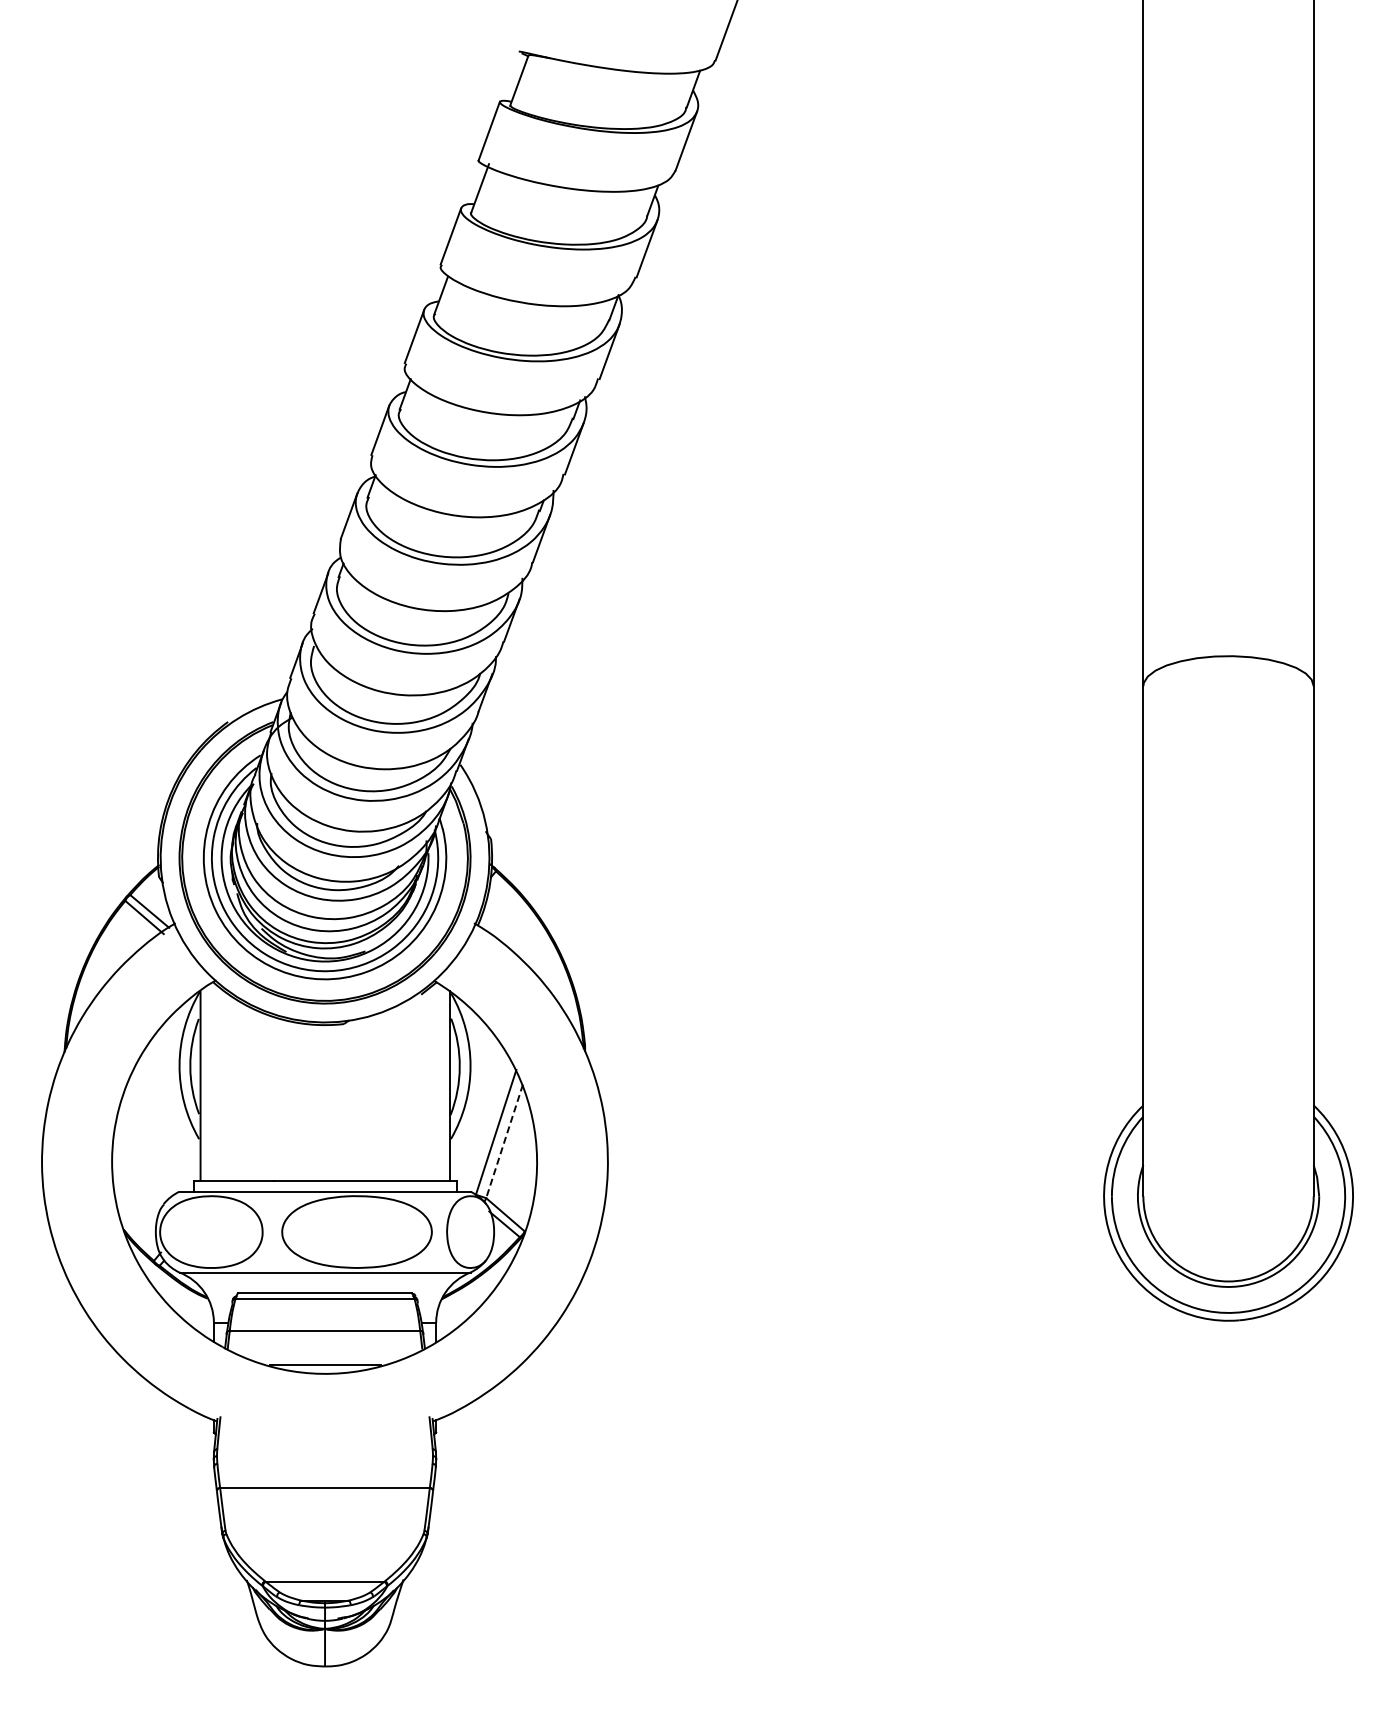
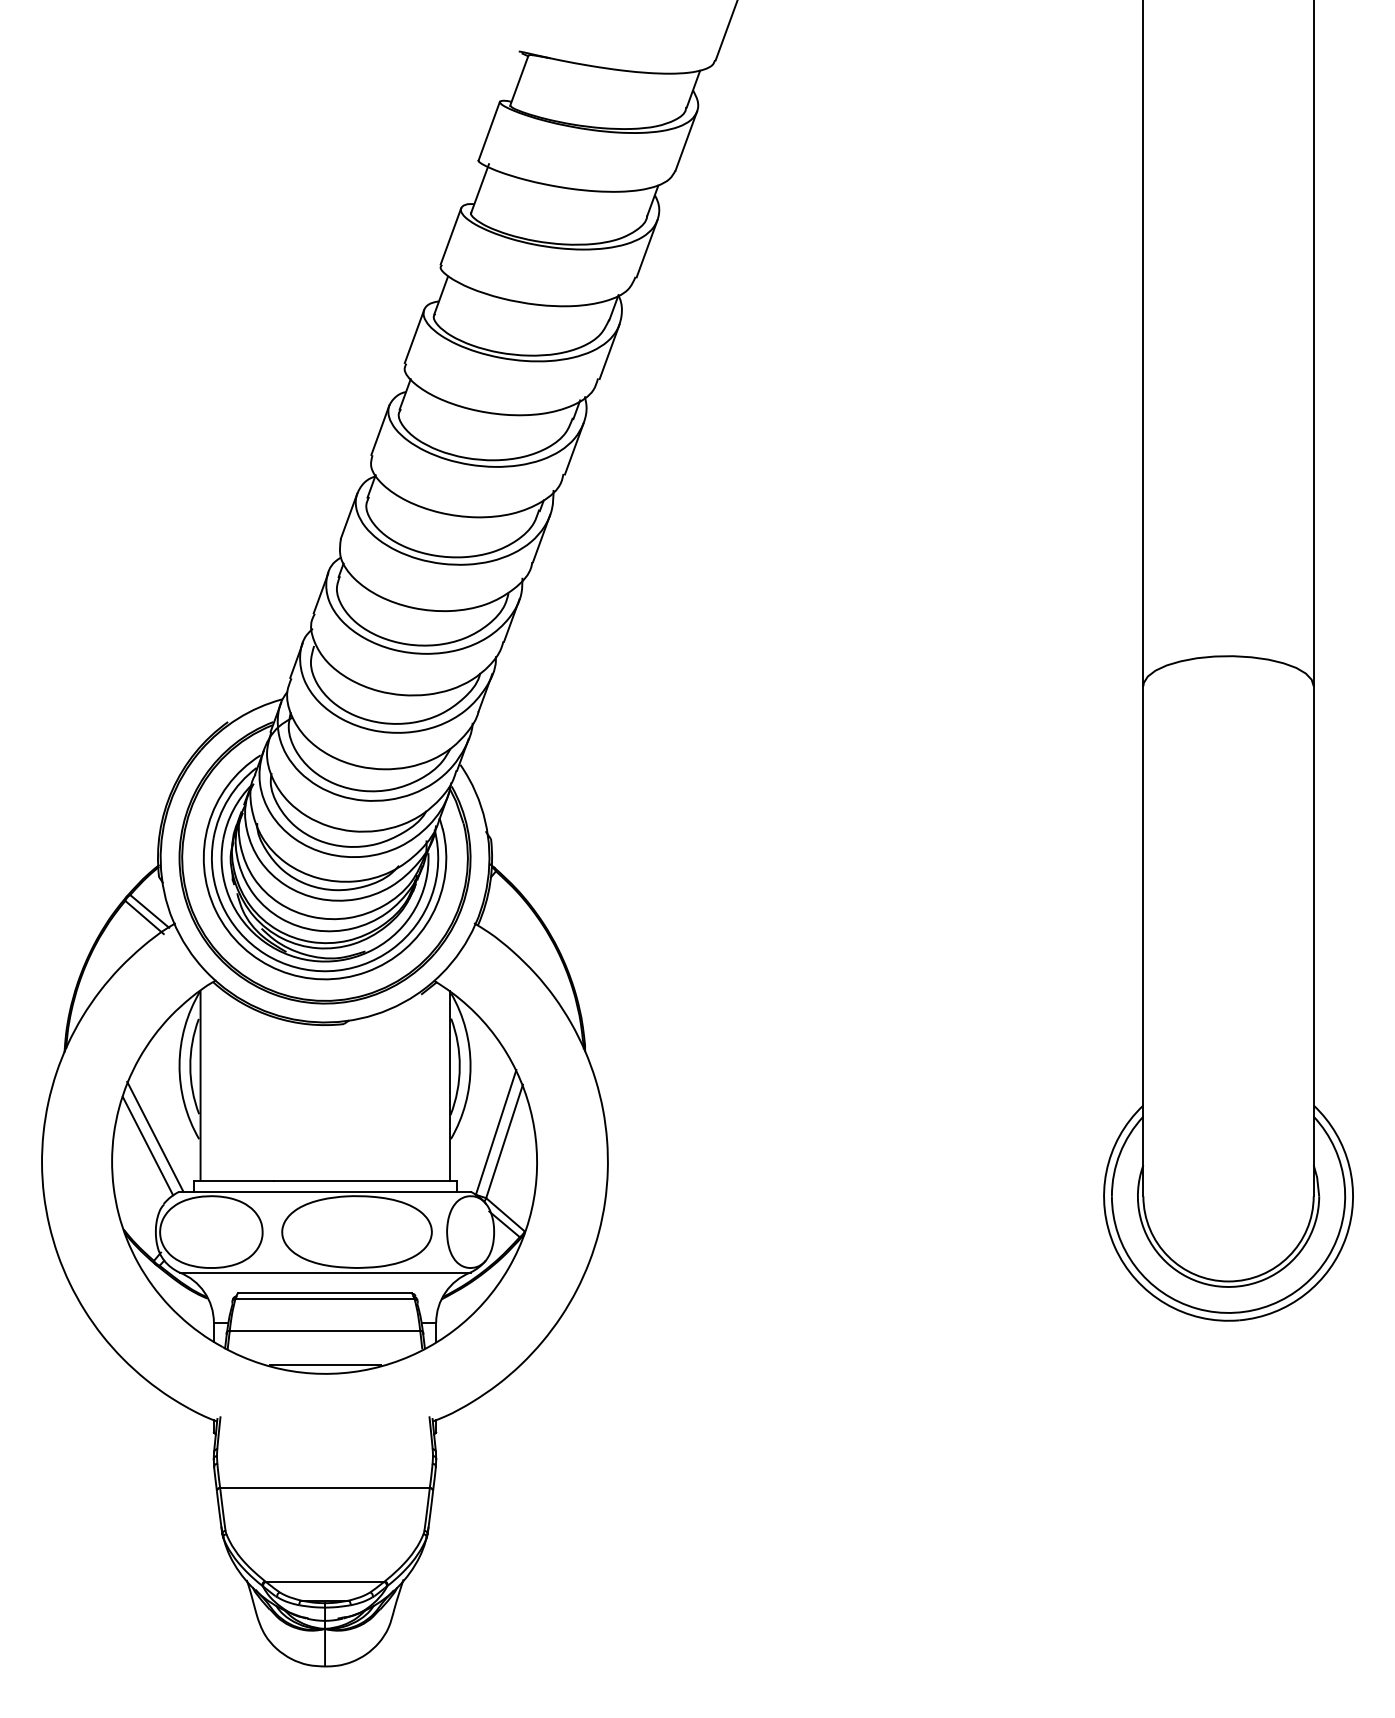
line at (155, 1136): none -> present
line at (504, 1141): dashed -> solid
line at (147, 1145): none -> present
